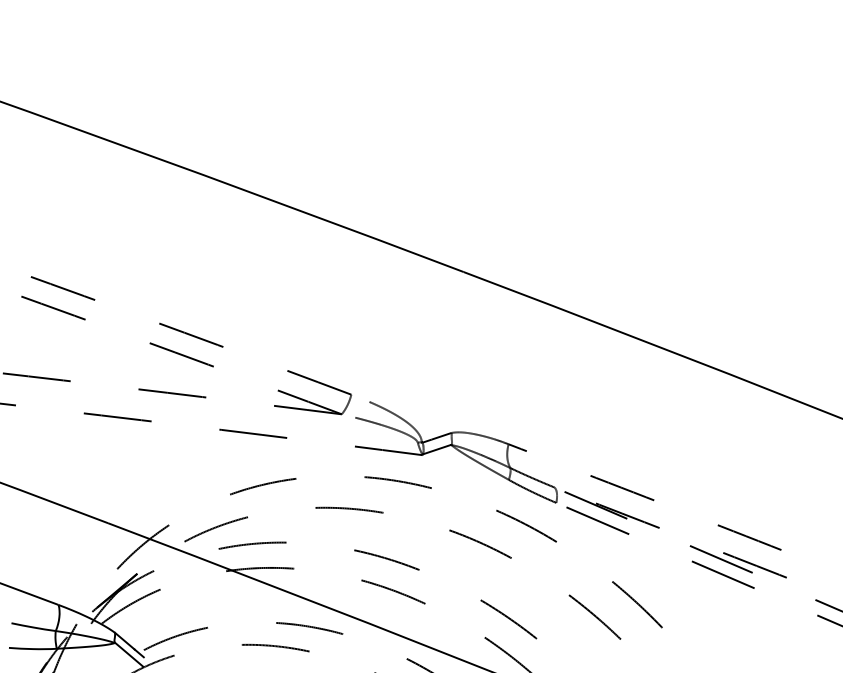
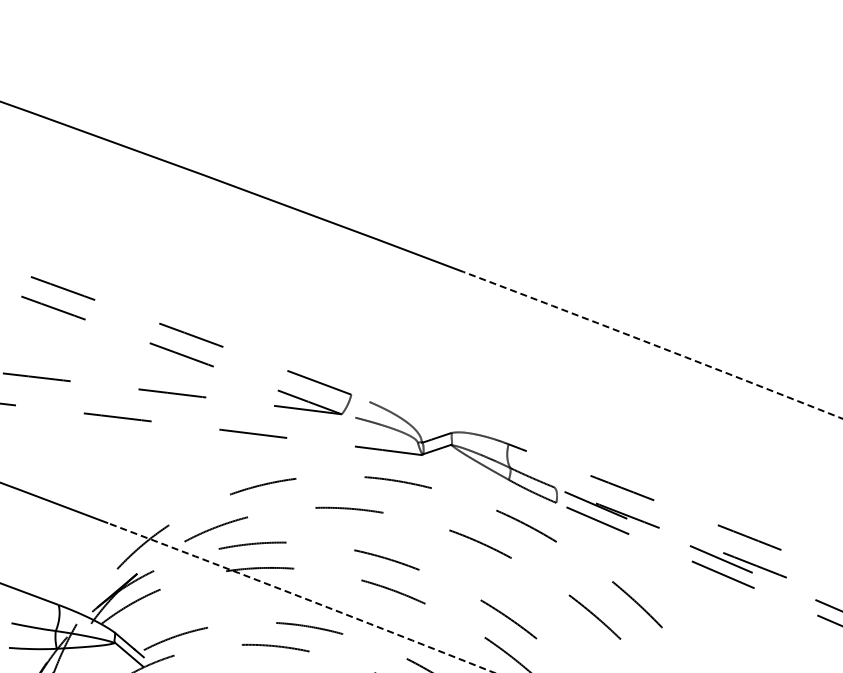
arc at (653, 344): solid -> dashed
arc at (300, 597): solid -> dashed
